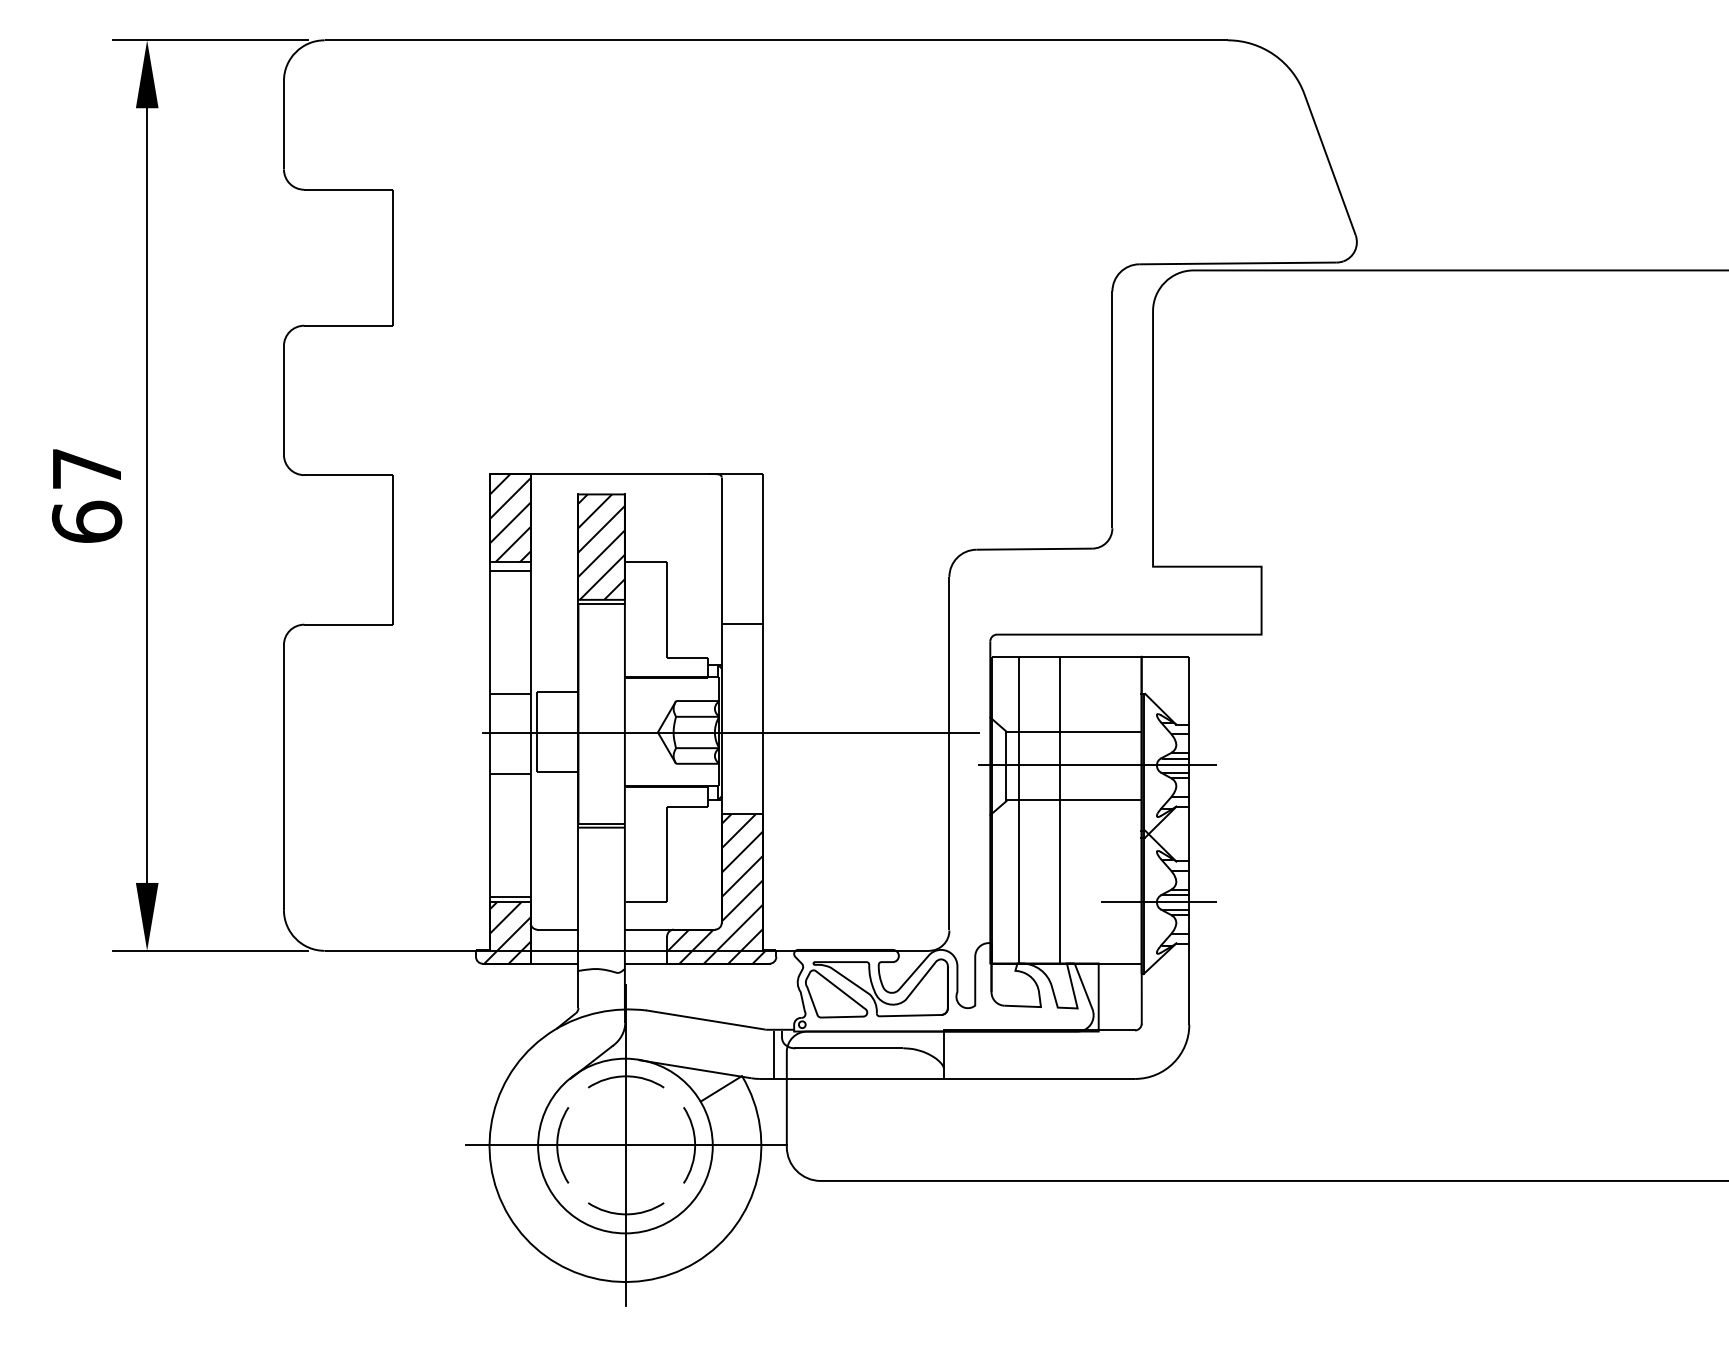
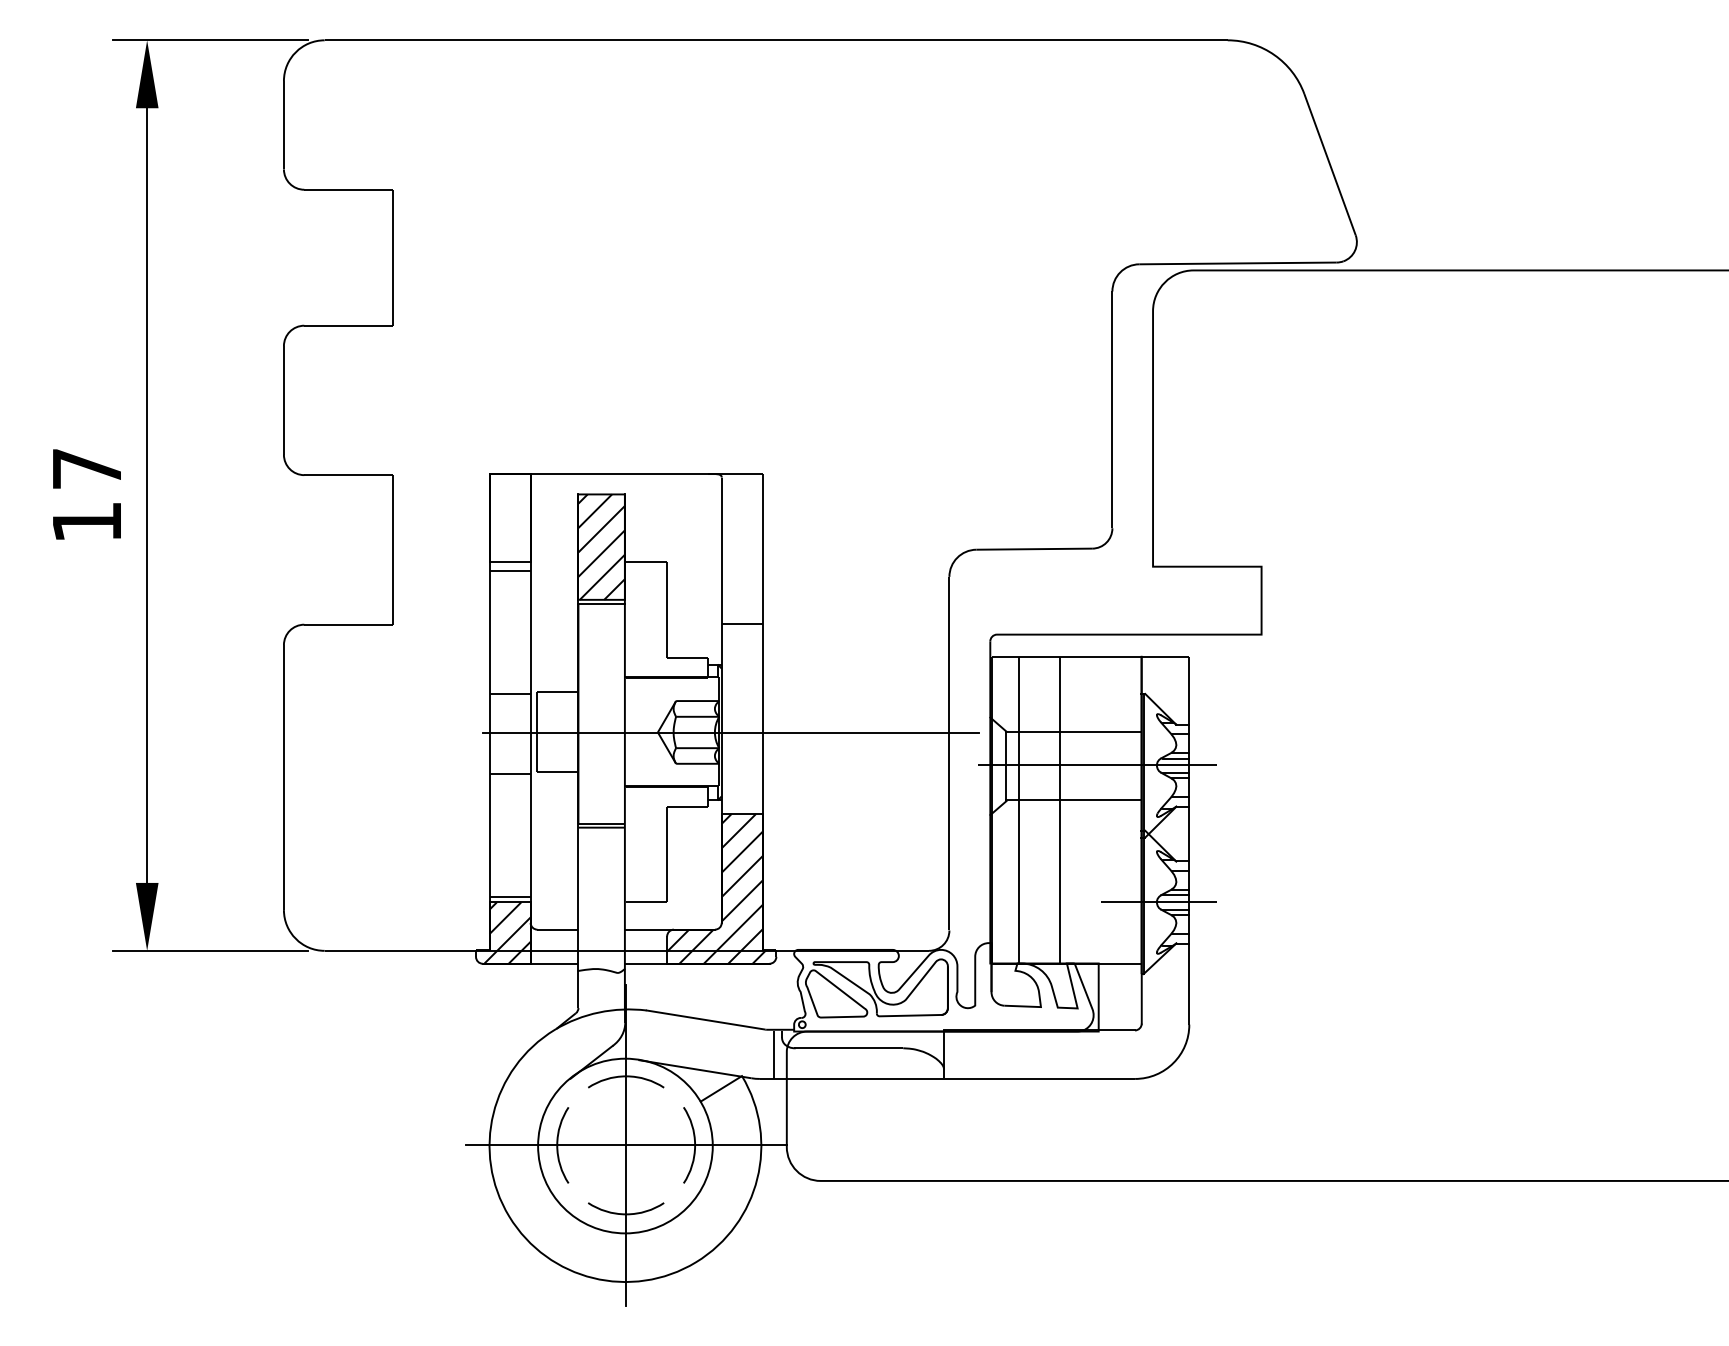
hatch at (509, 518): present -> none
text at (86, 521): 67 -> 17
